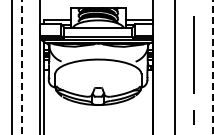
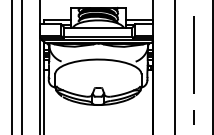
line at (21, 67): dashed -> solid
line at (212, 67): dashed -> solid
